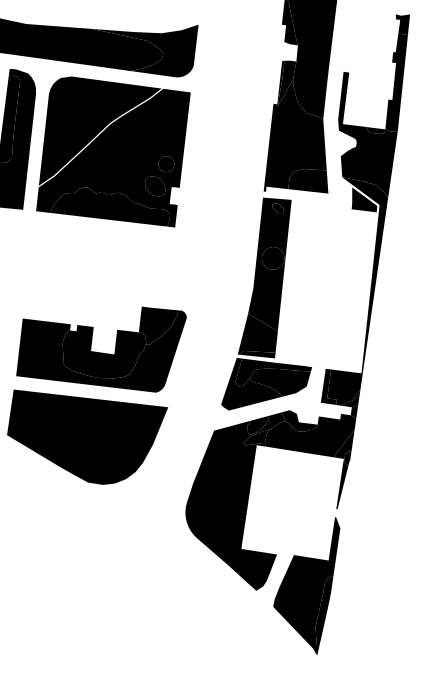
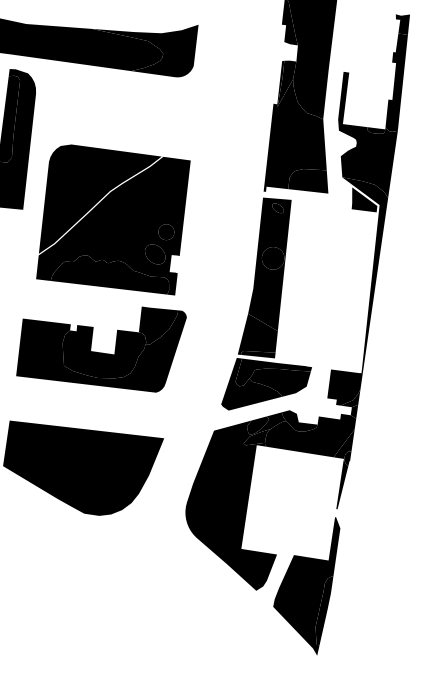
part at (113, 151) position: (113, 151) -> (113, 219)
fill at (328, 386): present -> none
part at (87, 436) position: (87, 436) -> (83, 467)
